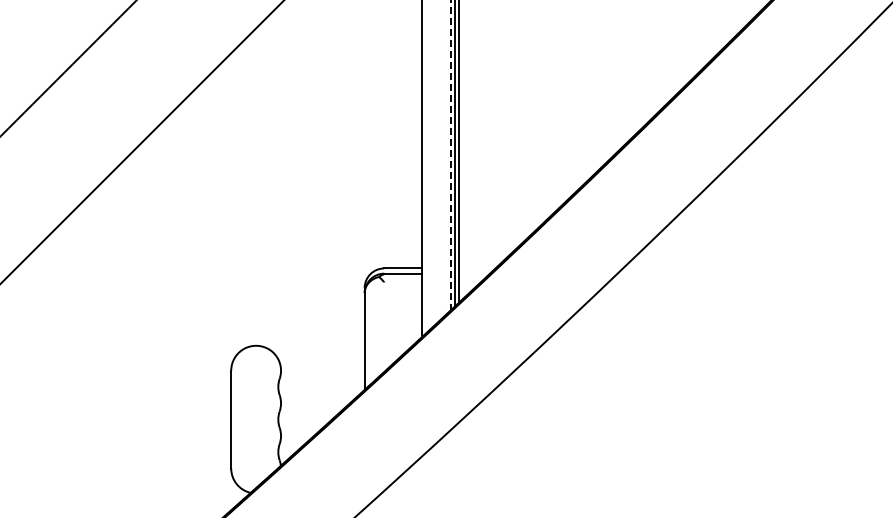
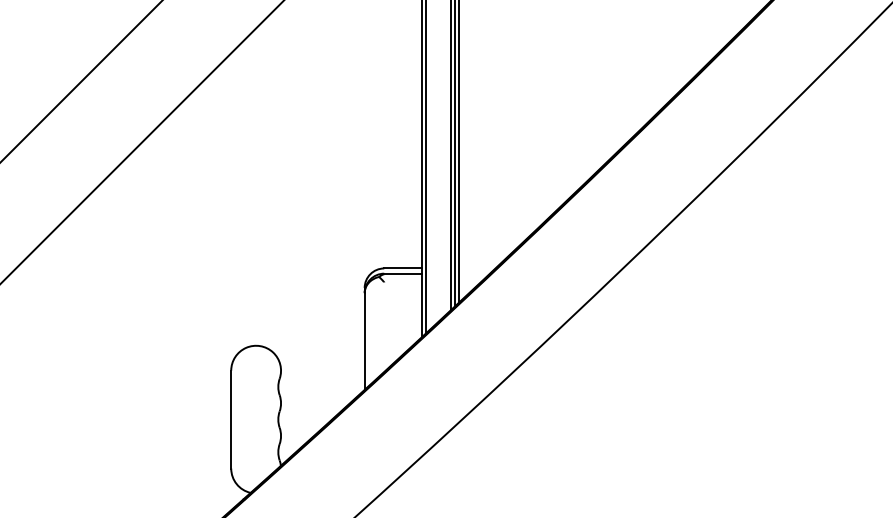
line at (68, 68) position: (68, 68) -> (81, 81)
line at (450, 155): dashed -> solid
line at (426, 167): none -> present
